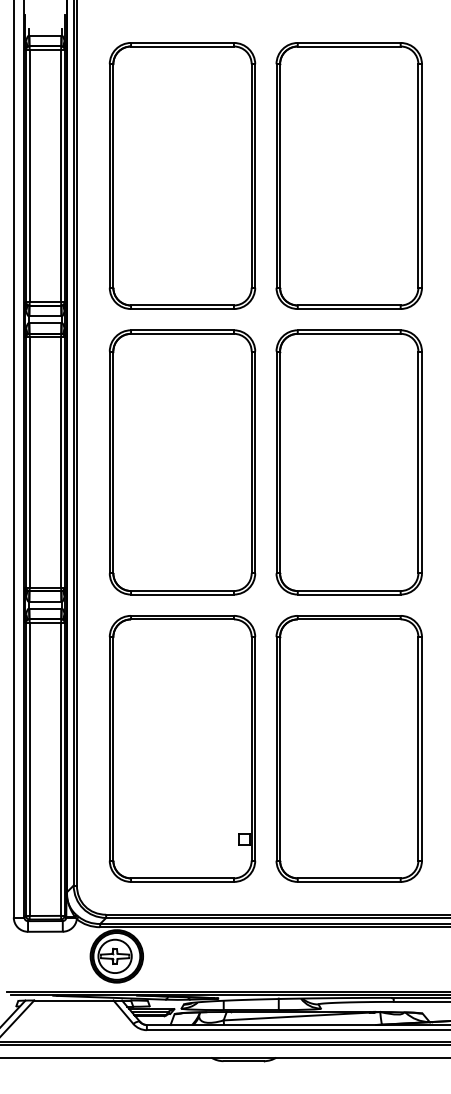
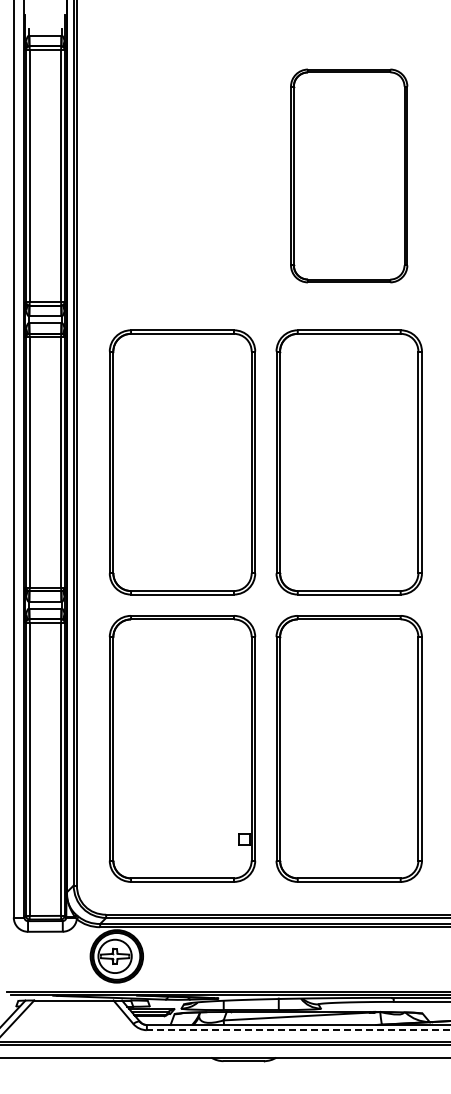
part at (182, 175): present -> none
part at (348, 175) size: 148x268 px -> 119x216 px
line at (298, 1030): solid -> dashed
